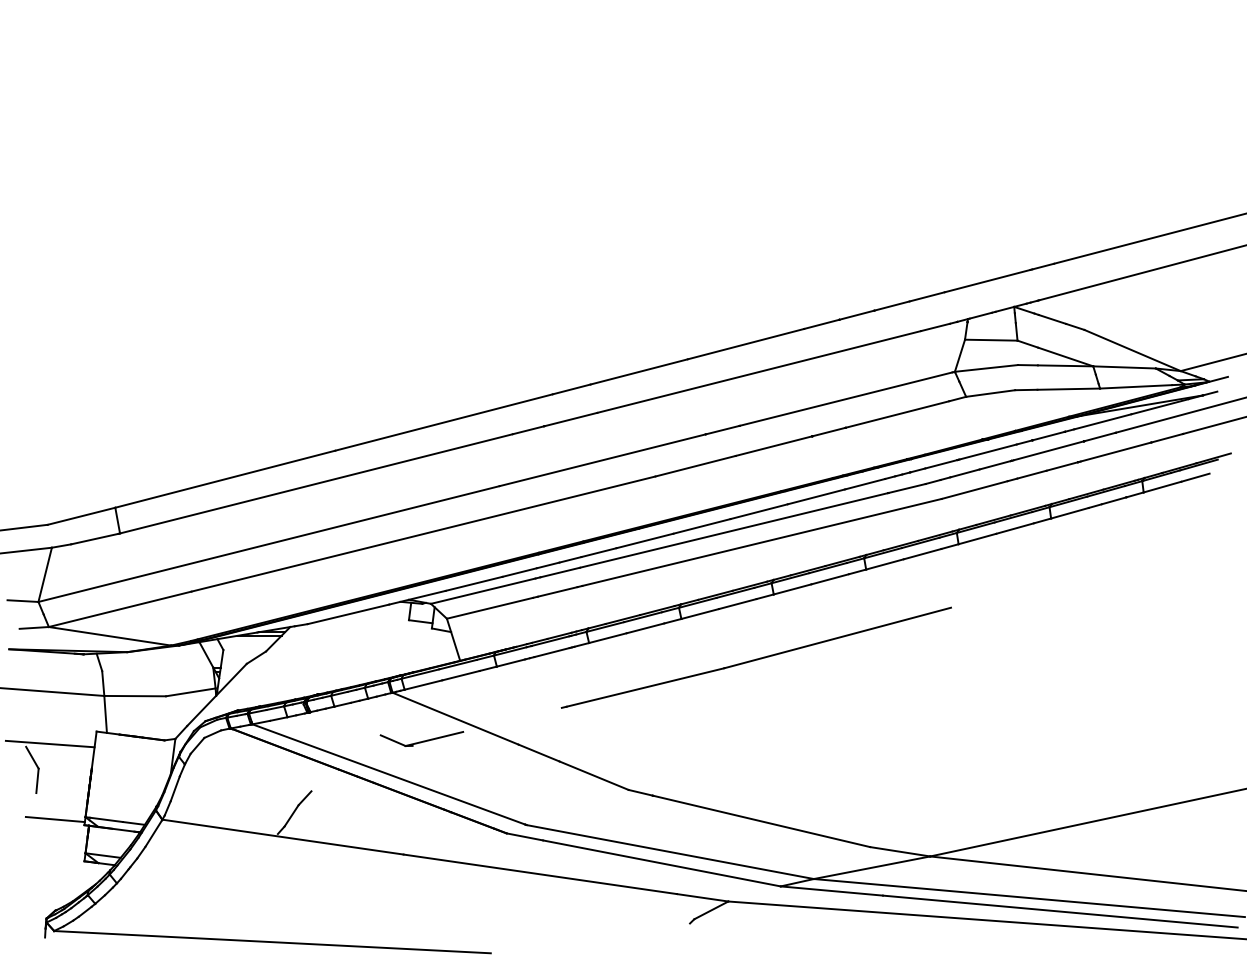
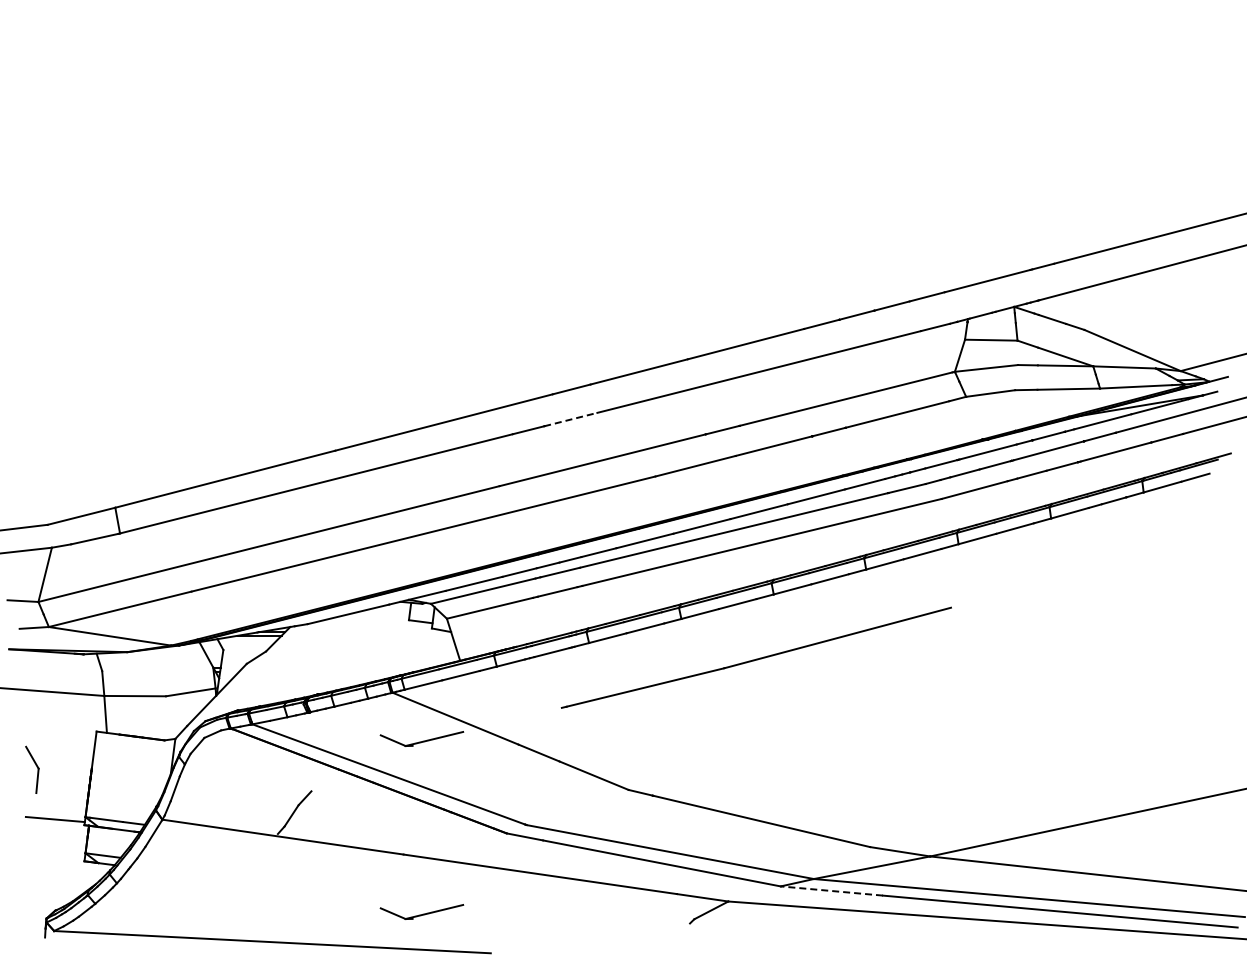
line at (571, 419): solid -> dashed
line at (49, 743): present -> none
line at (831, 890): solid -> dashed
part at (421, 911): none -> present
